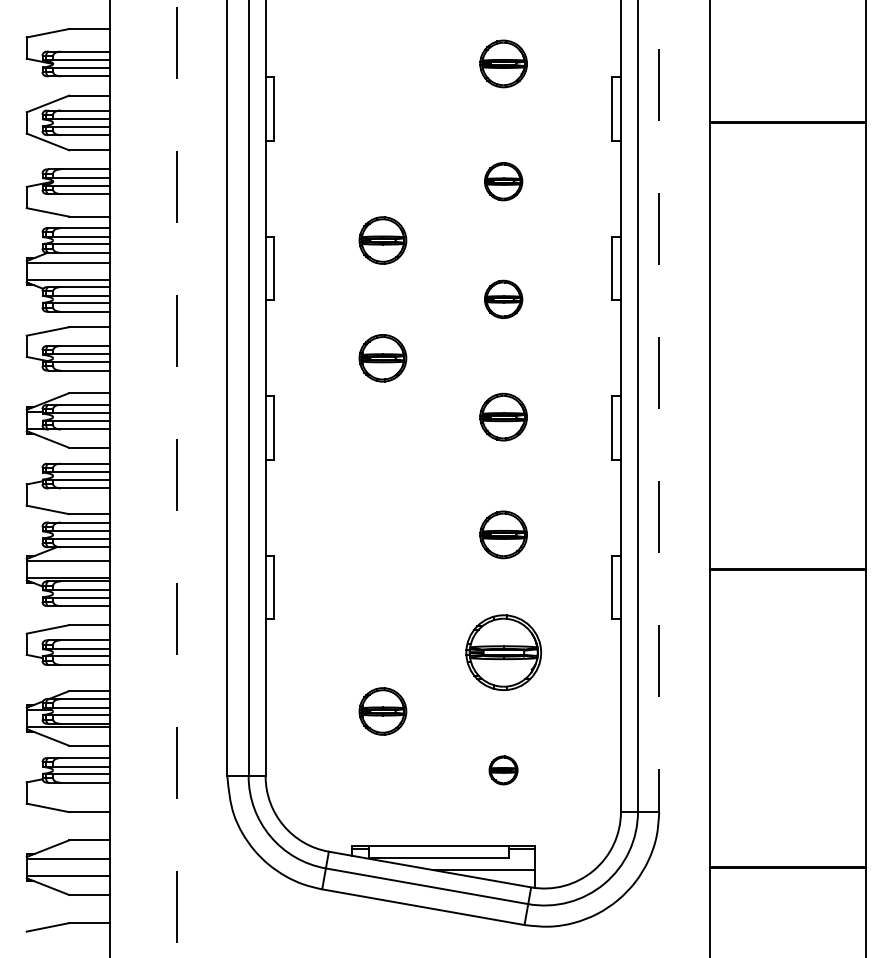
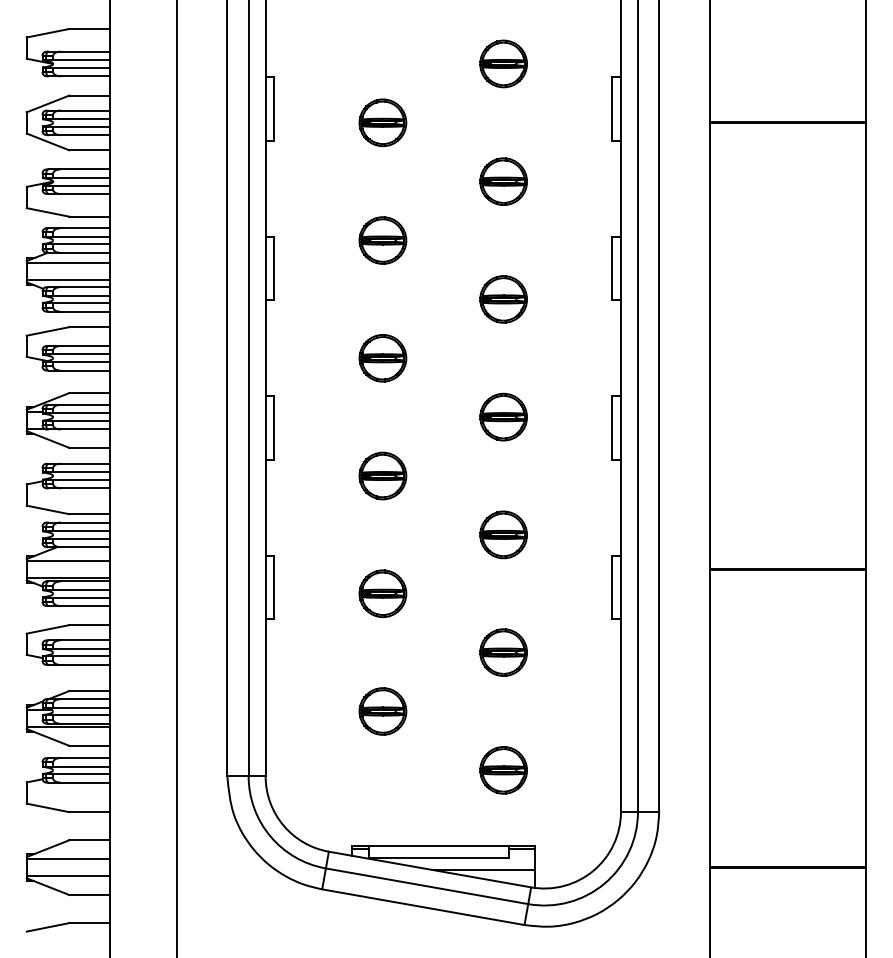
part at (382, 122): none -> present
part at (503, 181) size: 40x40 px -> 49x49 px
part at (503, 298) size: 40x40 px -> 49x49 px
line at (659, 406): dashed -> solid
part at (382, 475): none -> present
line at (176, 479): dashed -> solid
part at (382, 593): none -> present
part at (503, 652) size: 78x77 px -> 49x49 px
part at (503, 770) size: 31x31 px -> 49x49 px
